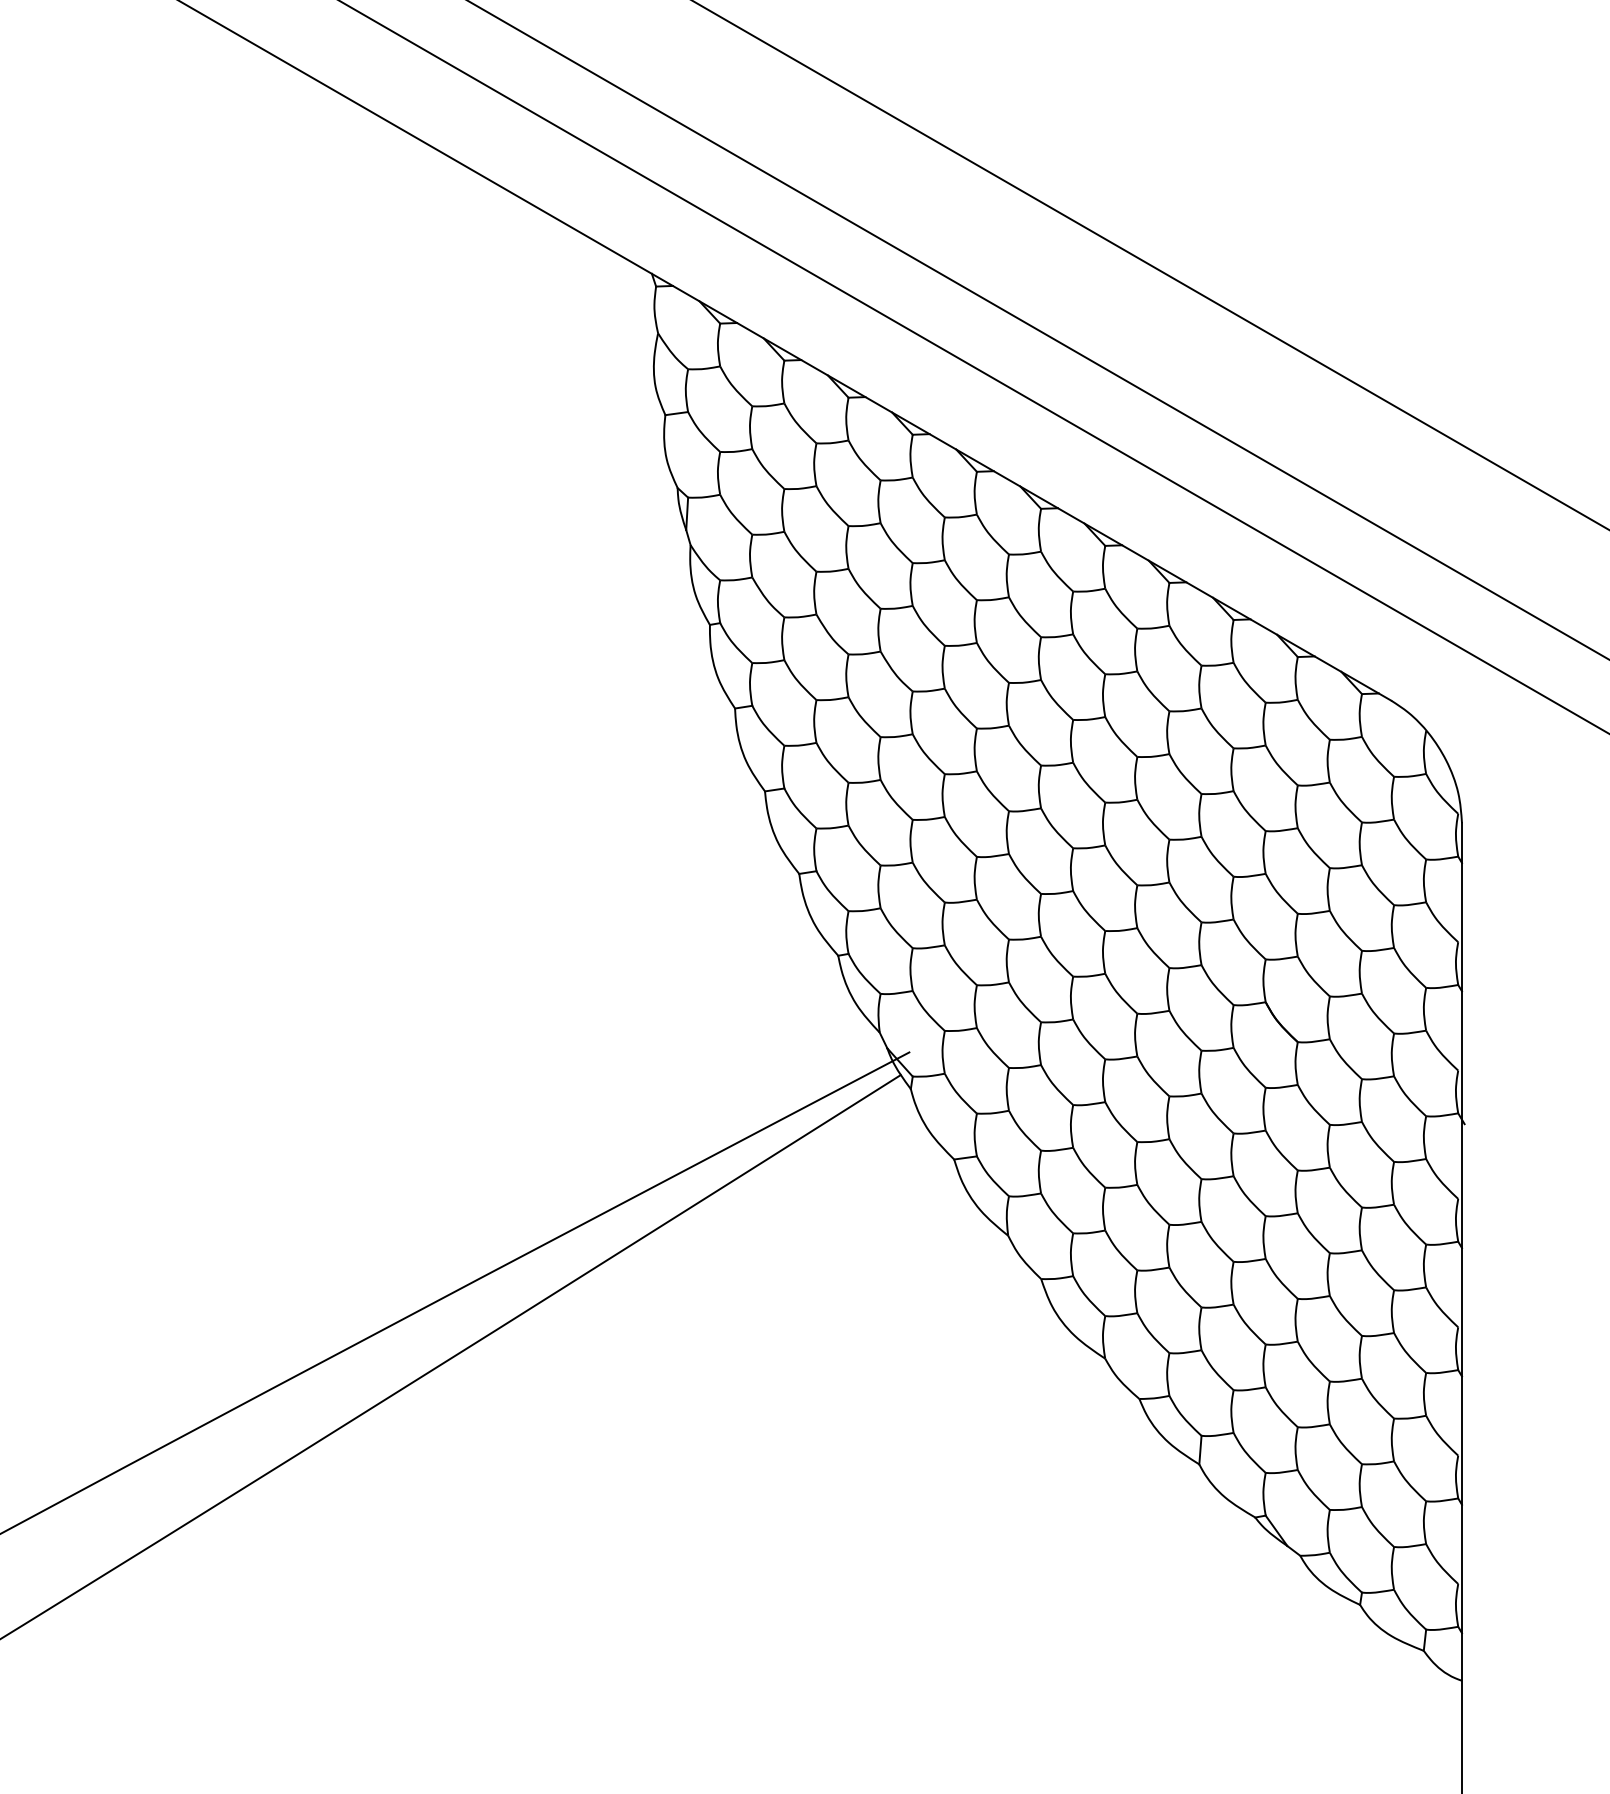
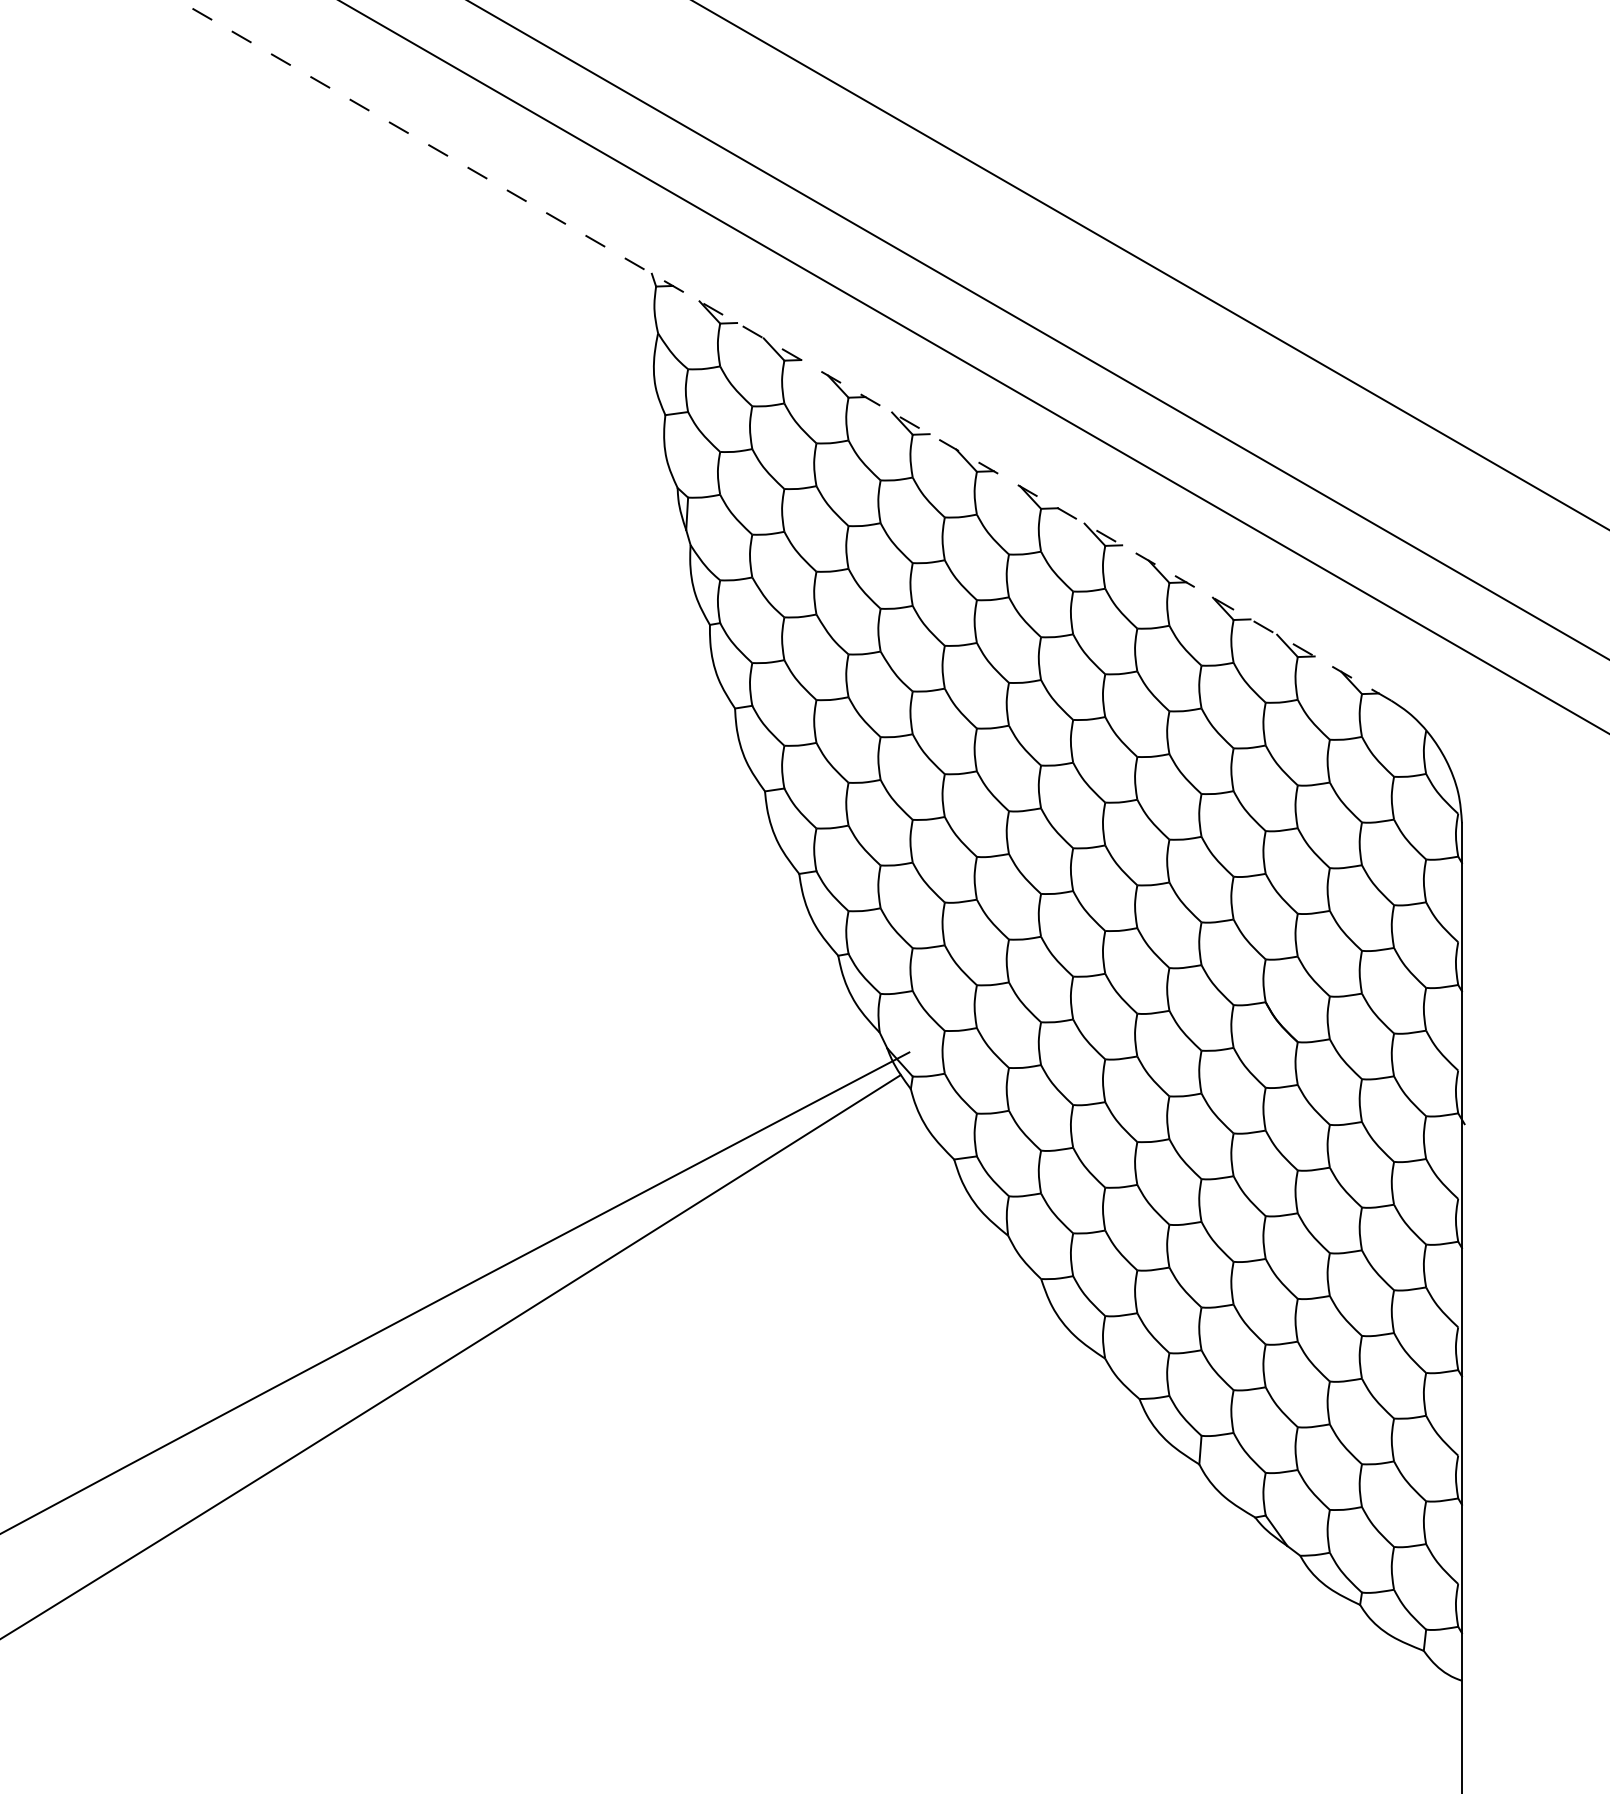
line at (784, 350): solid -> dashed
